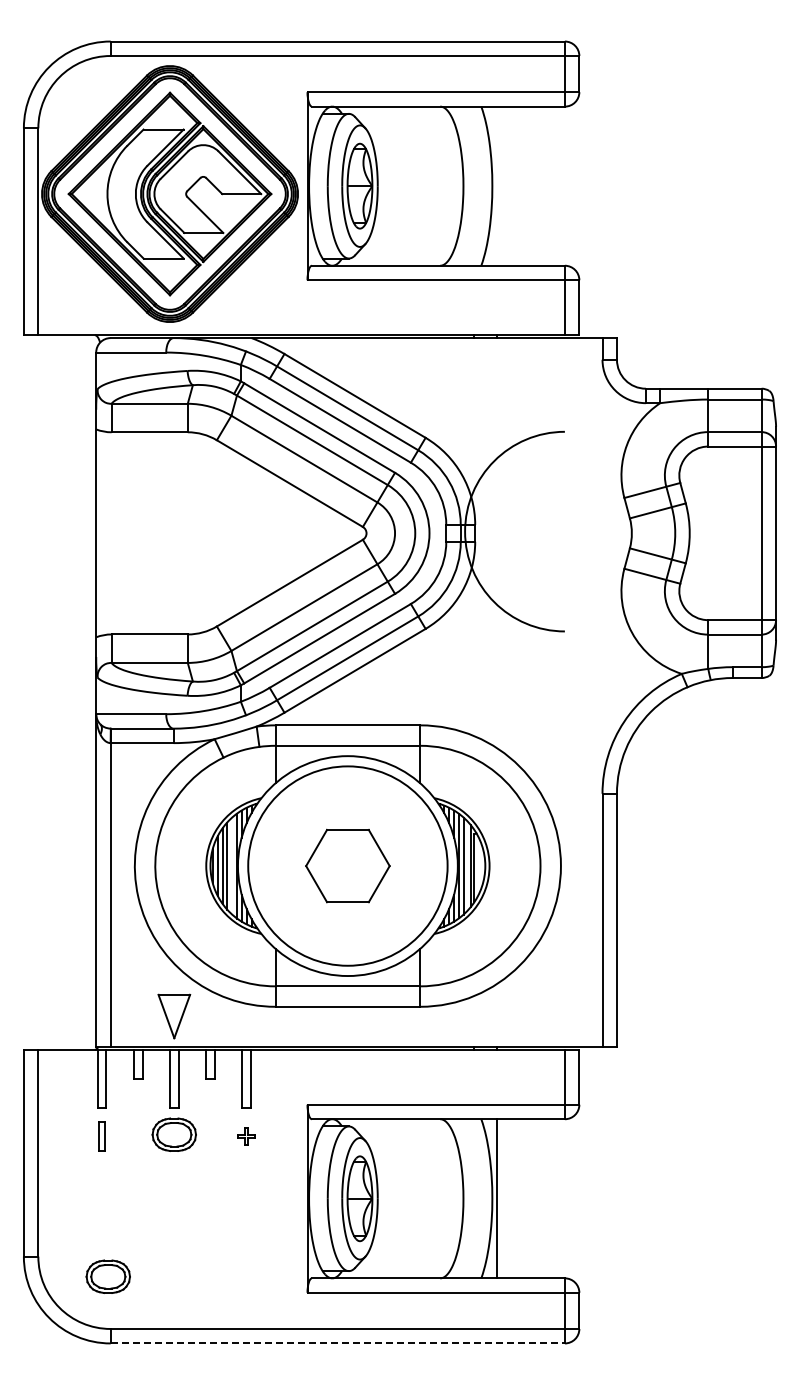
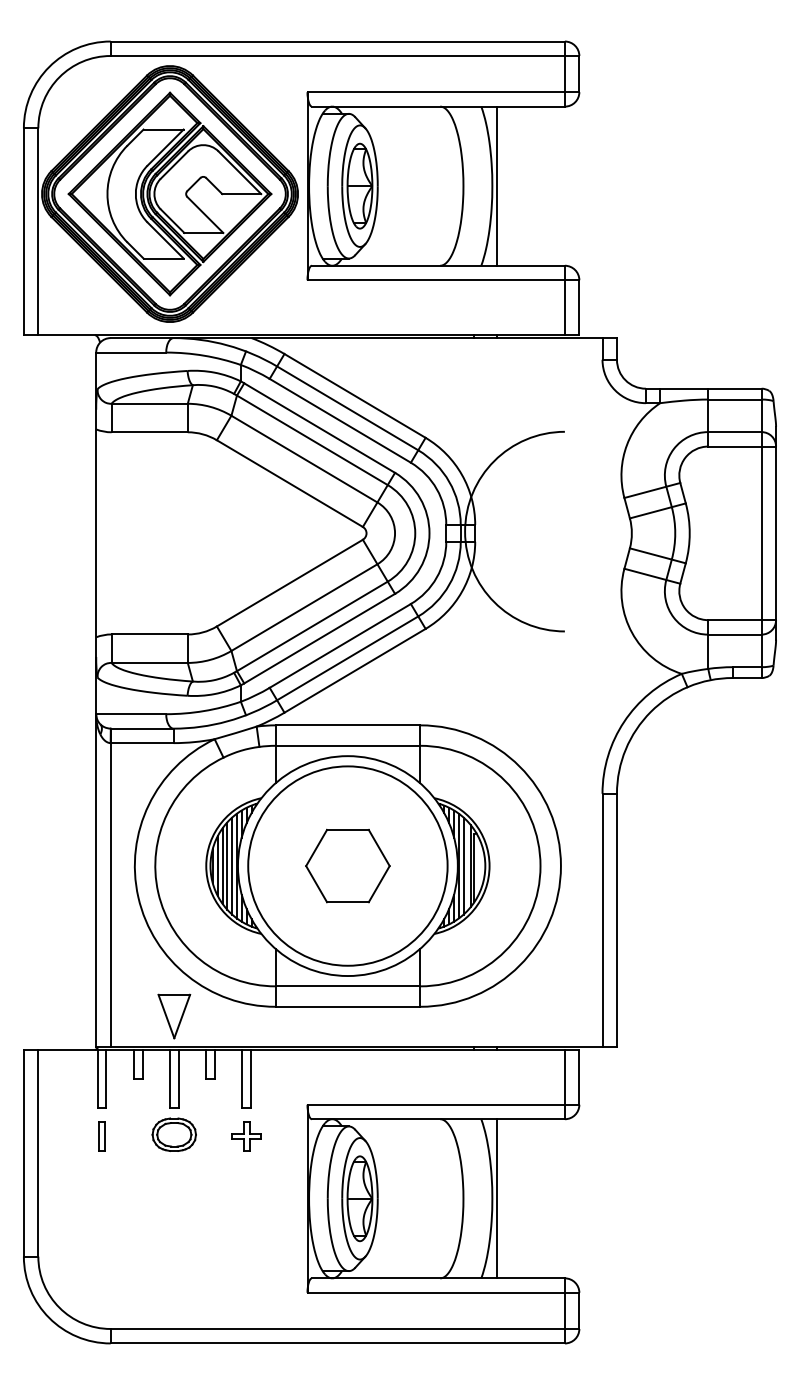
line at (497, 185): none -> present
line at (232, 865): none -> present
part at (246, 1136) size: 19x19 px -> 31x31 px
part at (107, 1276): present -> none
line at (338, 1343): dashed -> solid
